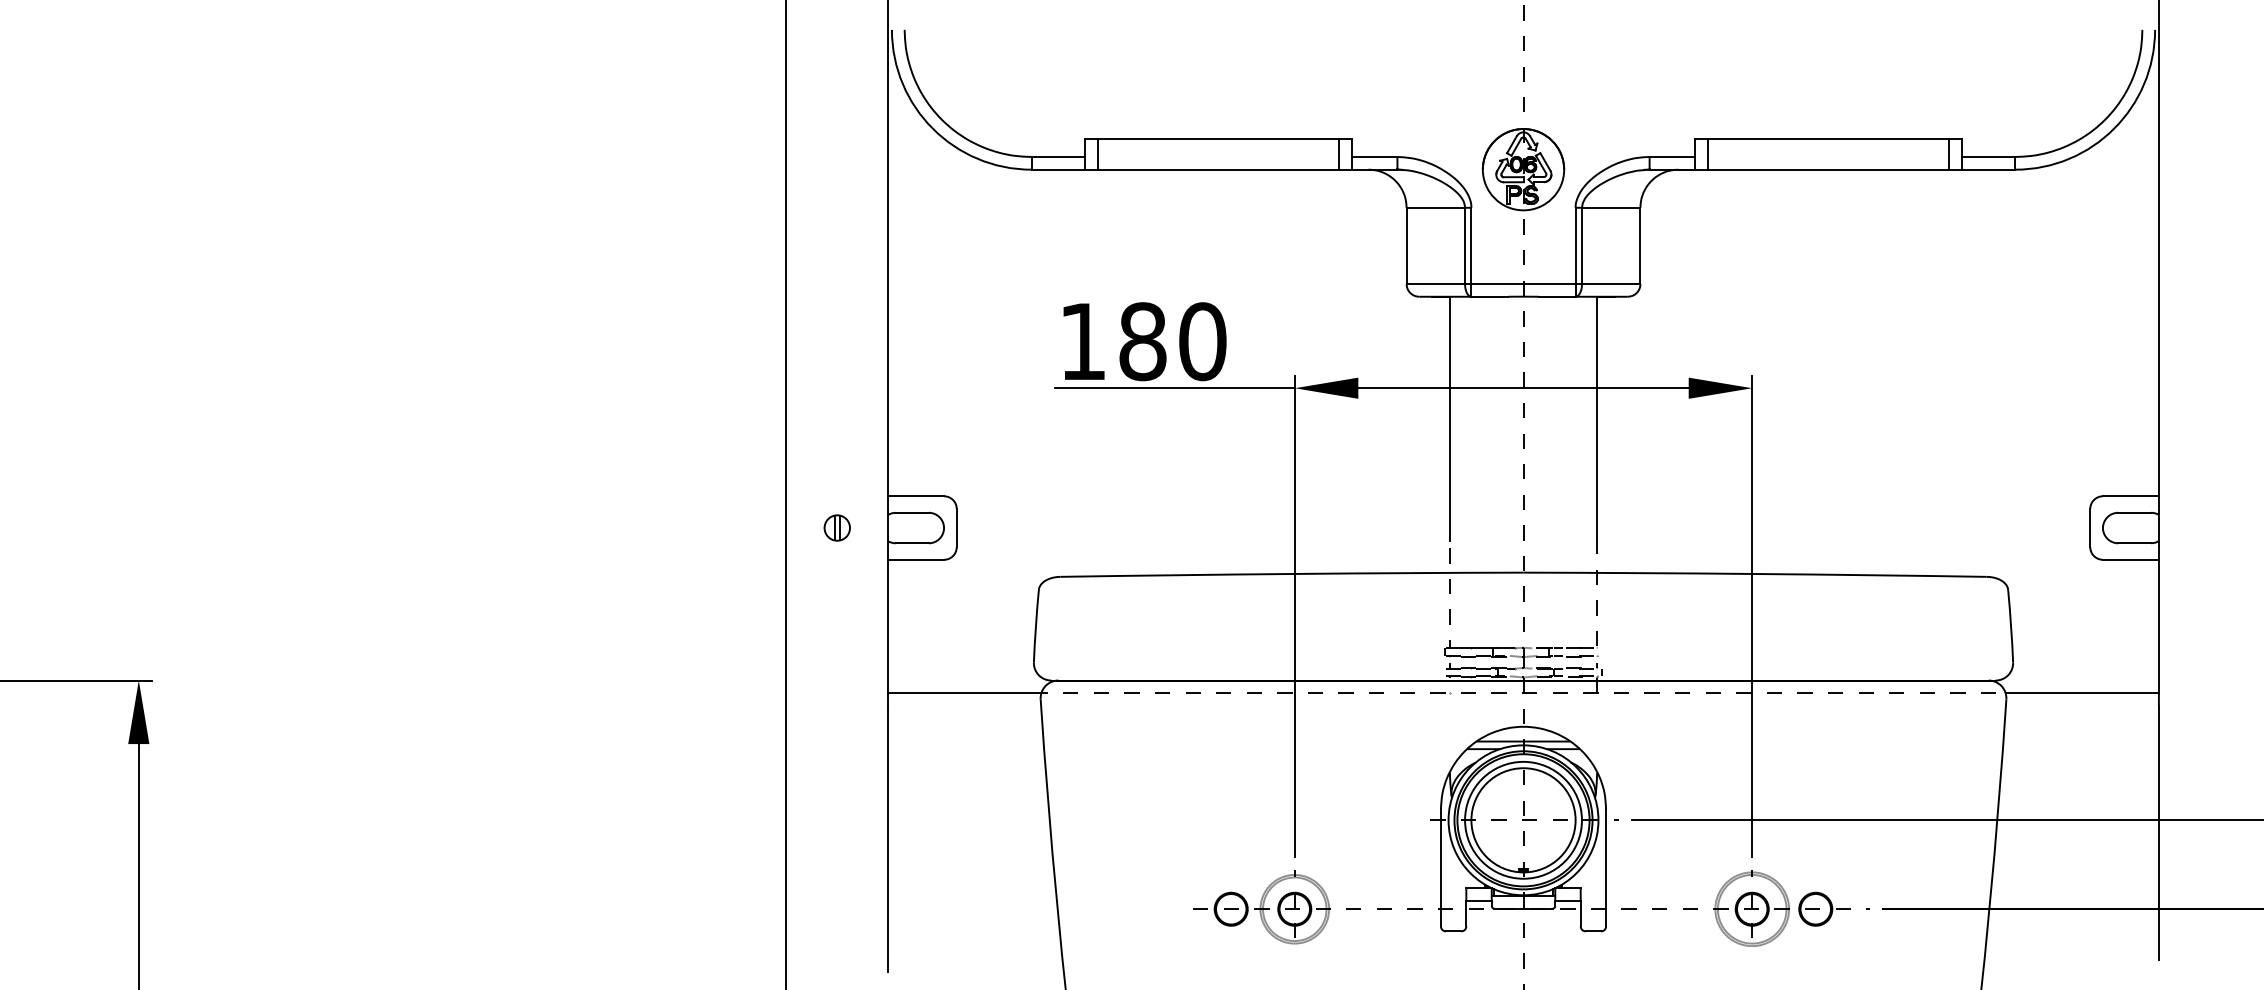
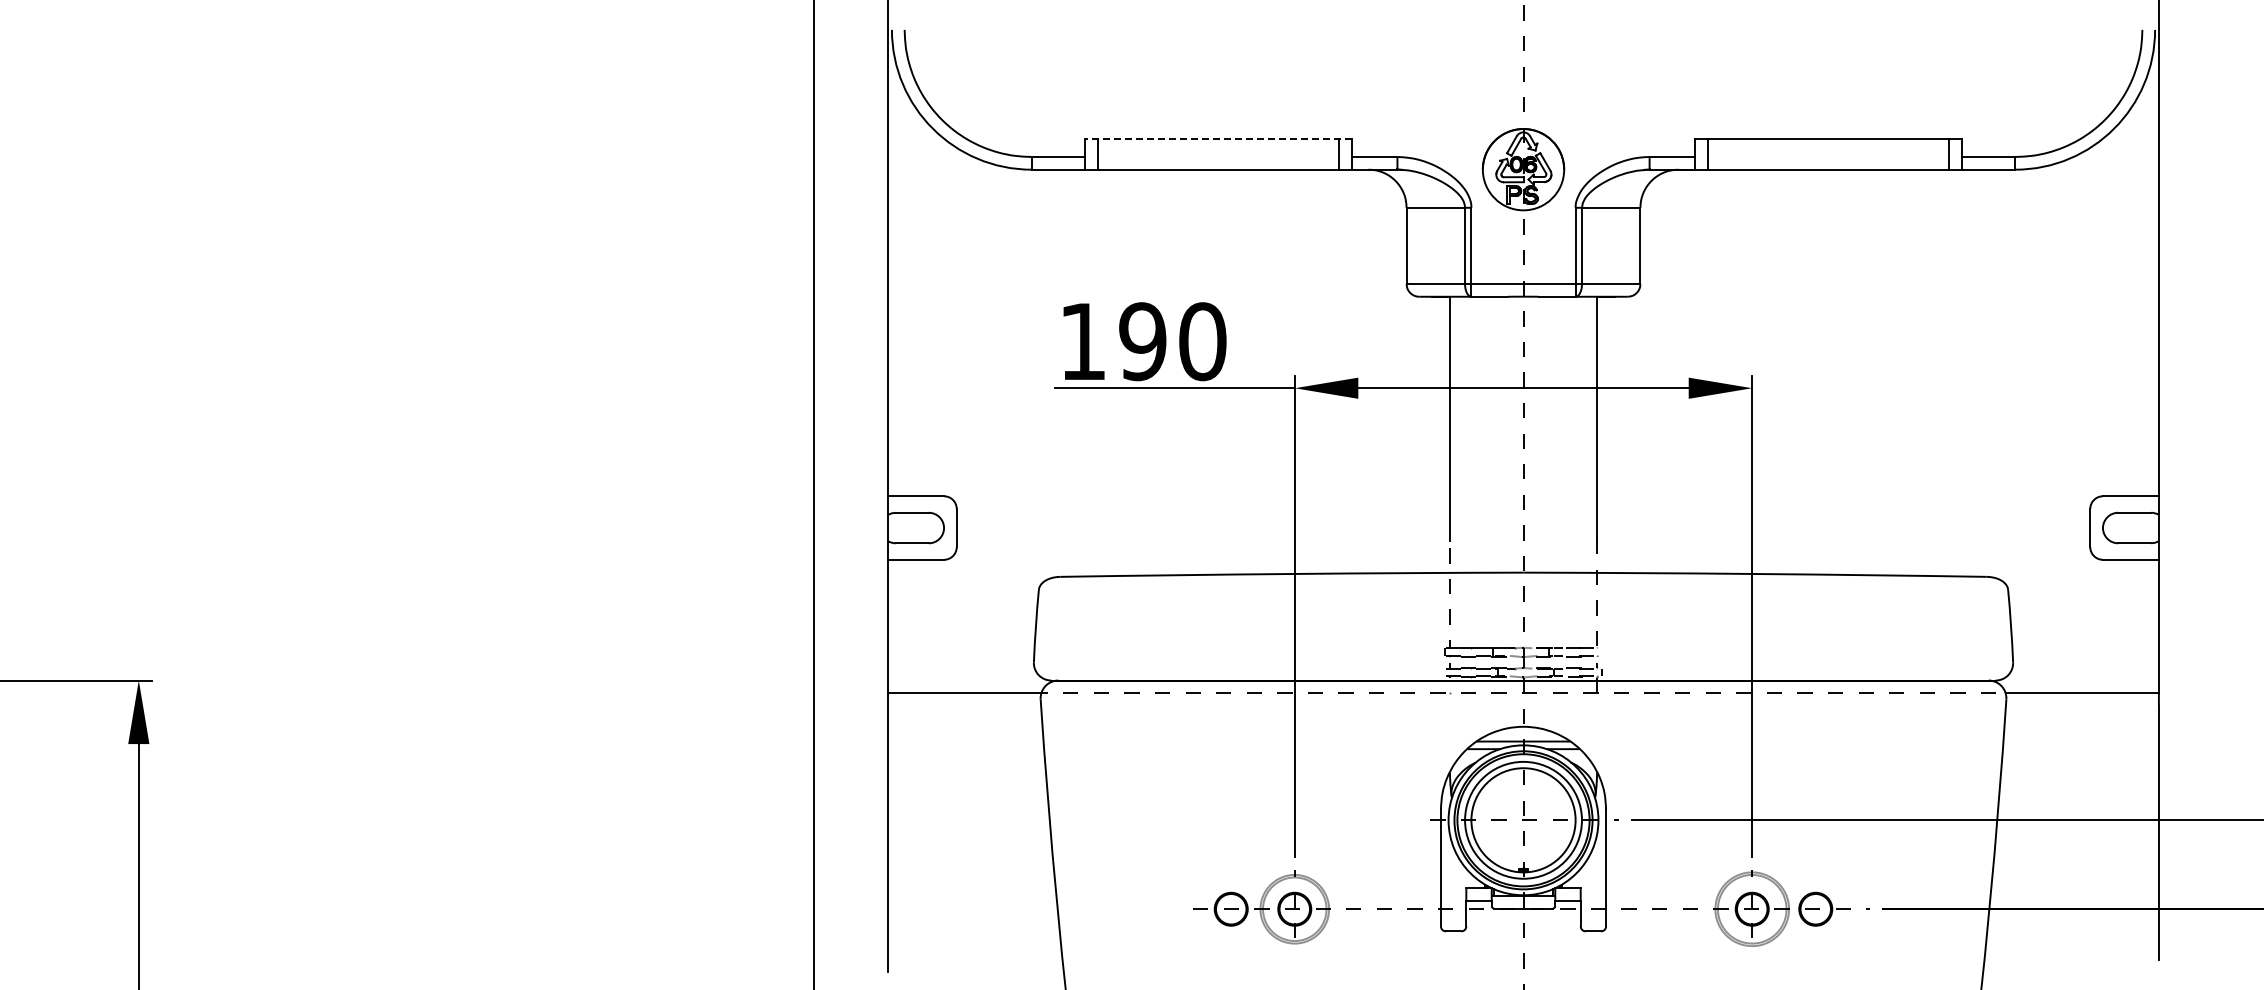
line at (1218, 139): solid -> dashed
text at (1142, 341): 180 -> 190
line at (786, 494) position: (786, 494) -> (814, 494)
part at (836, 527): present -> none
